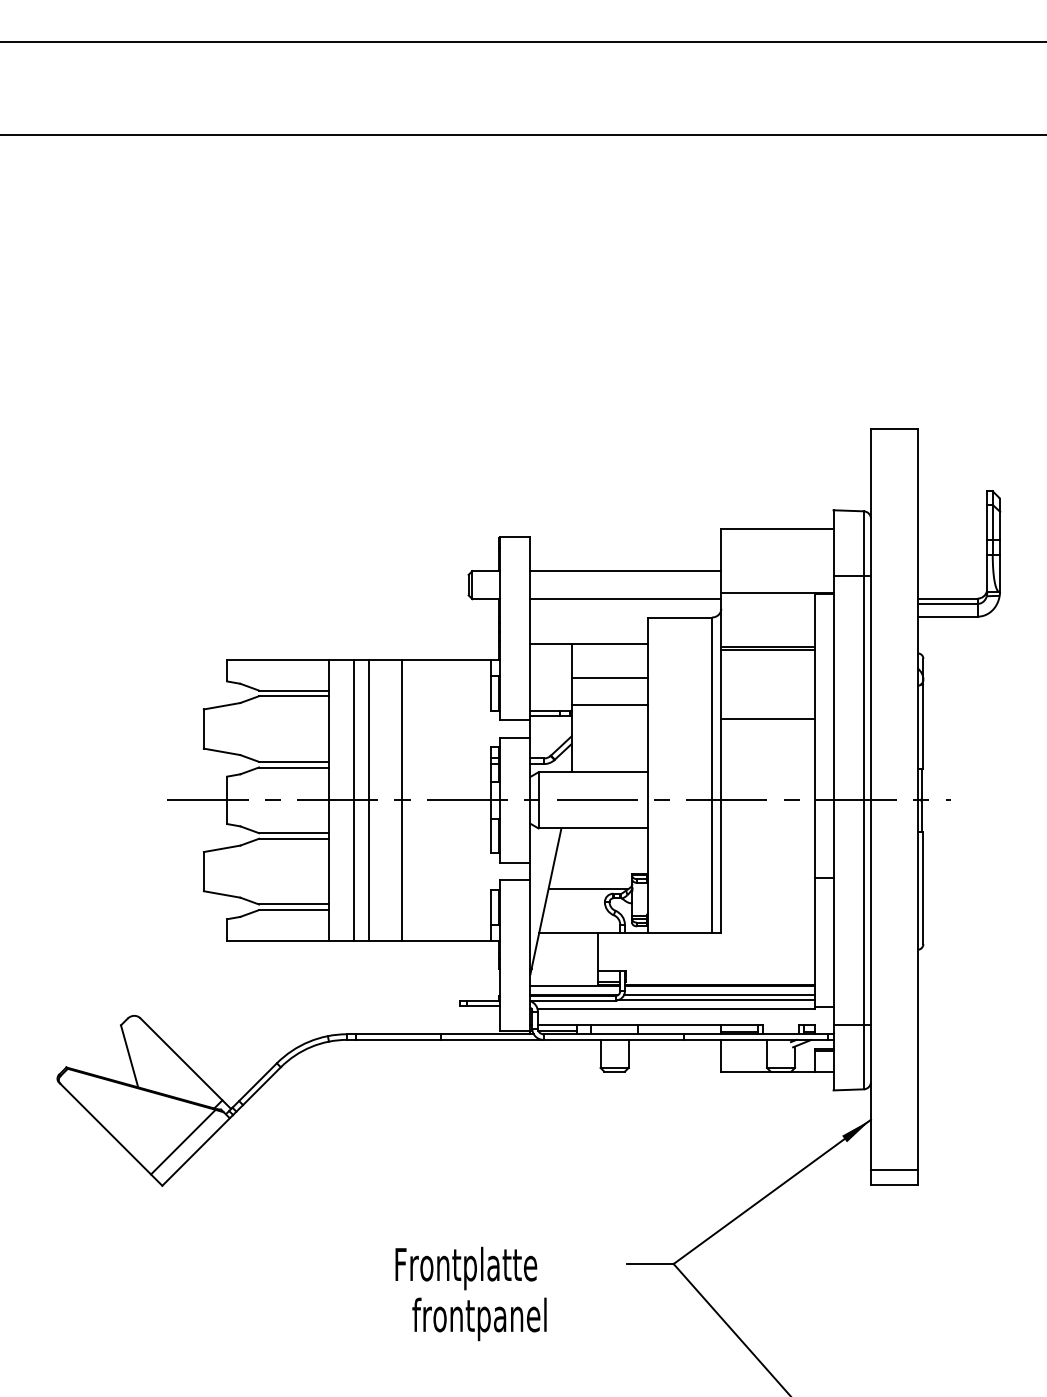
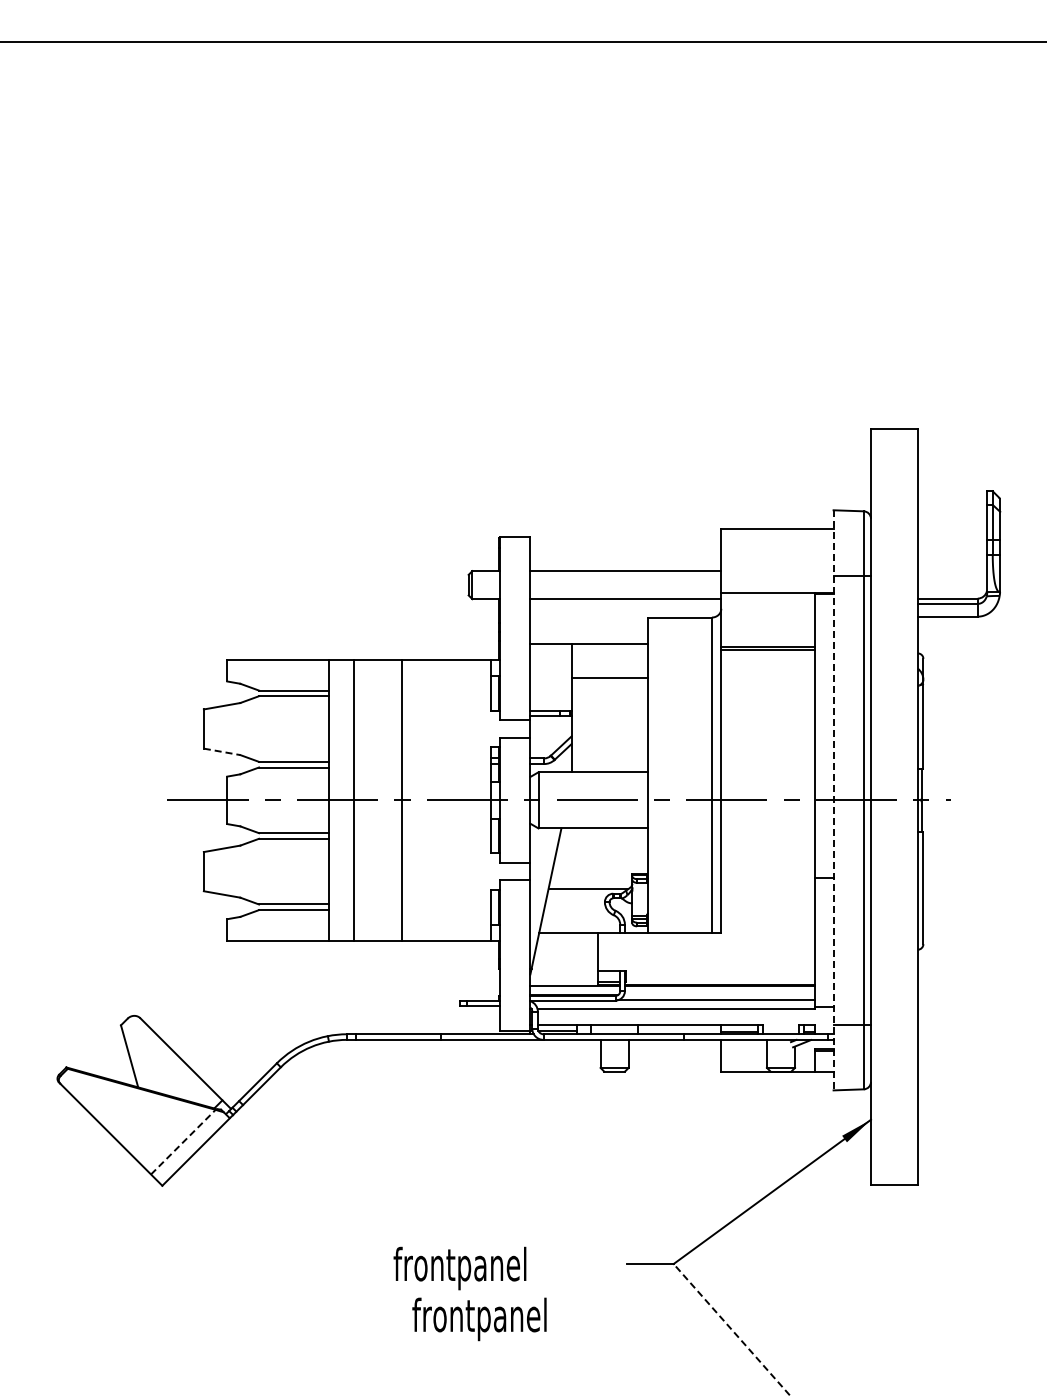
line at (522, 135): present -> none
line at (609, 704): present -> none
line at (767, 718): present -> none
line at (222, 751): solid -> dashed
line at (369, 800): present -> none
line at (833, 800): solid -> dashed
line at (718, 995): present -> none
line at (183, 1142): solid -> dashed
line at (894, 1169): present -> none
text at (465, 1268): Frontplatte -> frontpanel
line at (732, 1330): solid -> dashed
